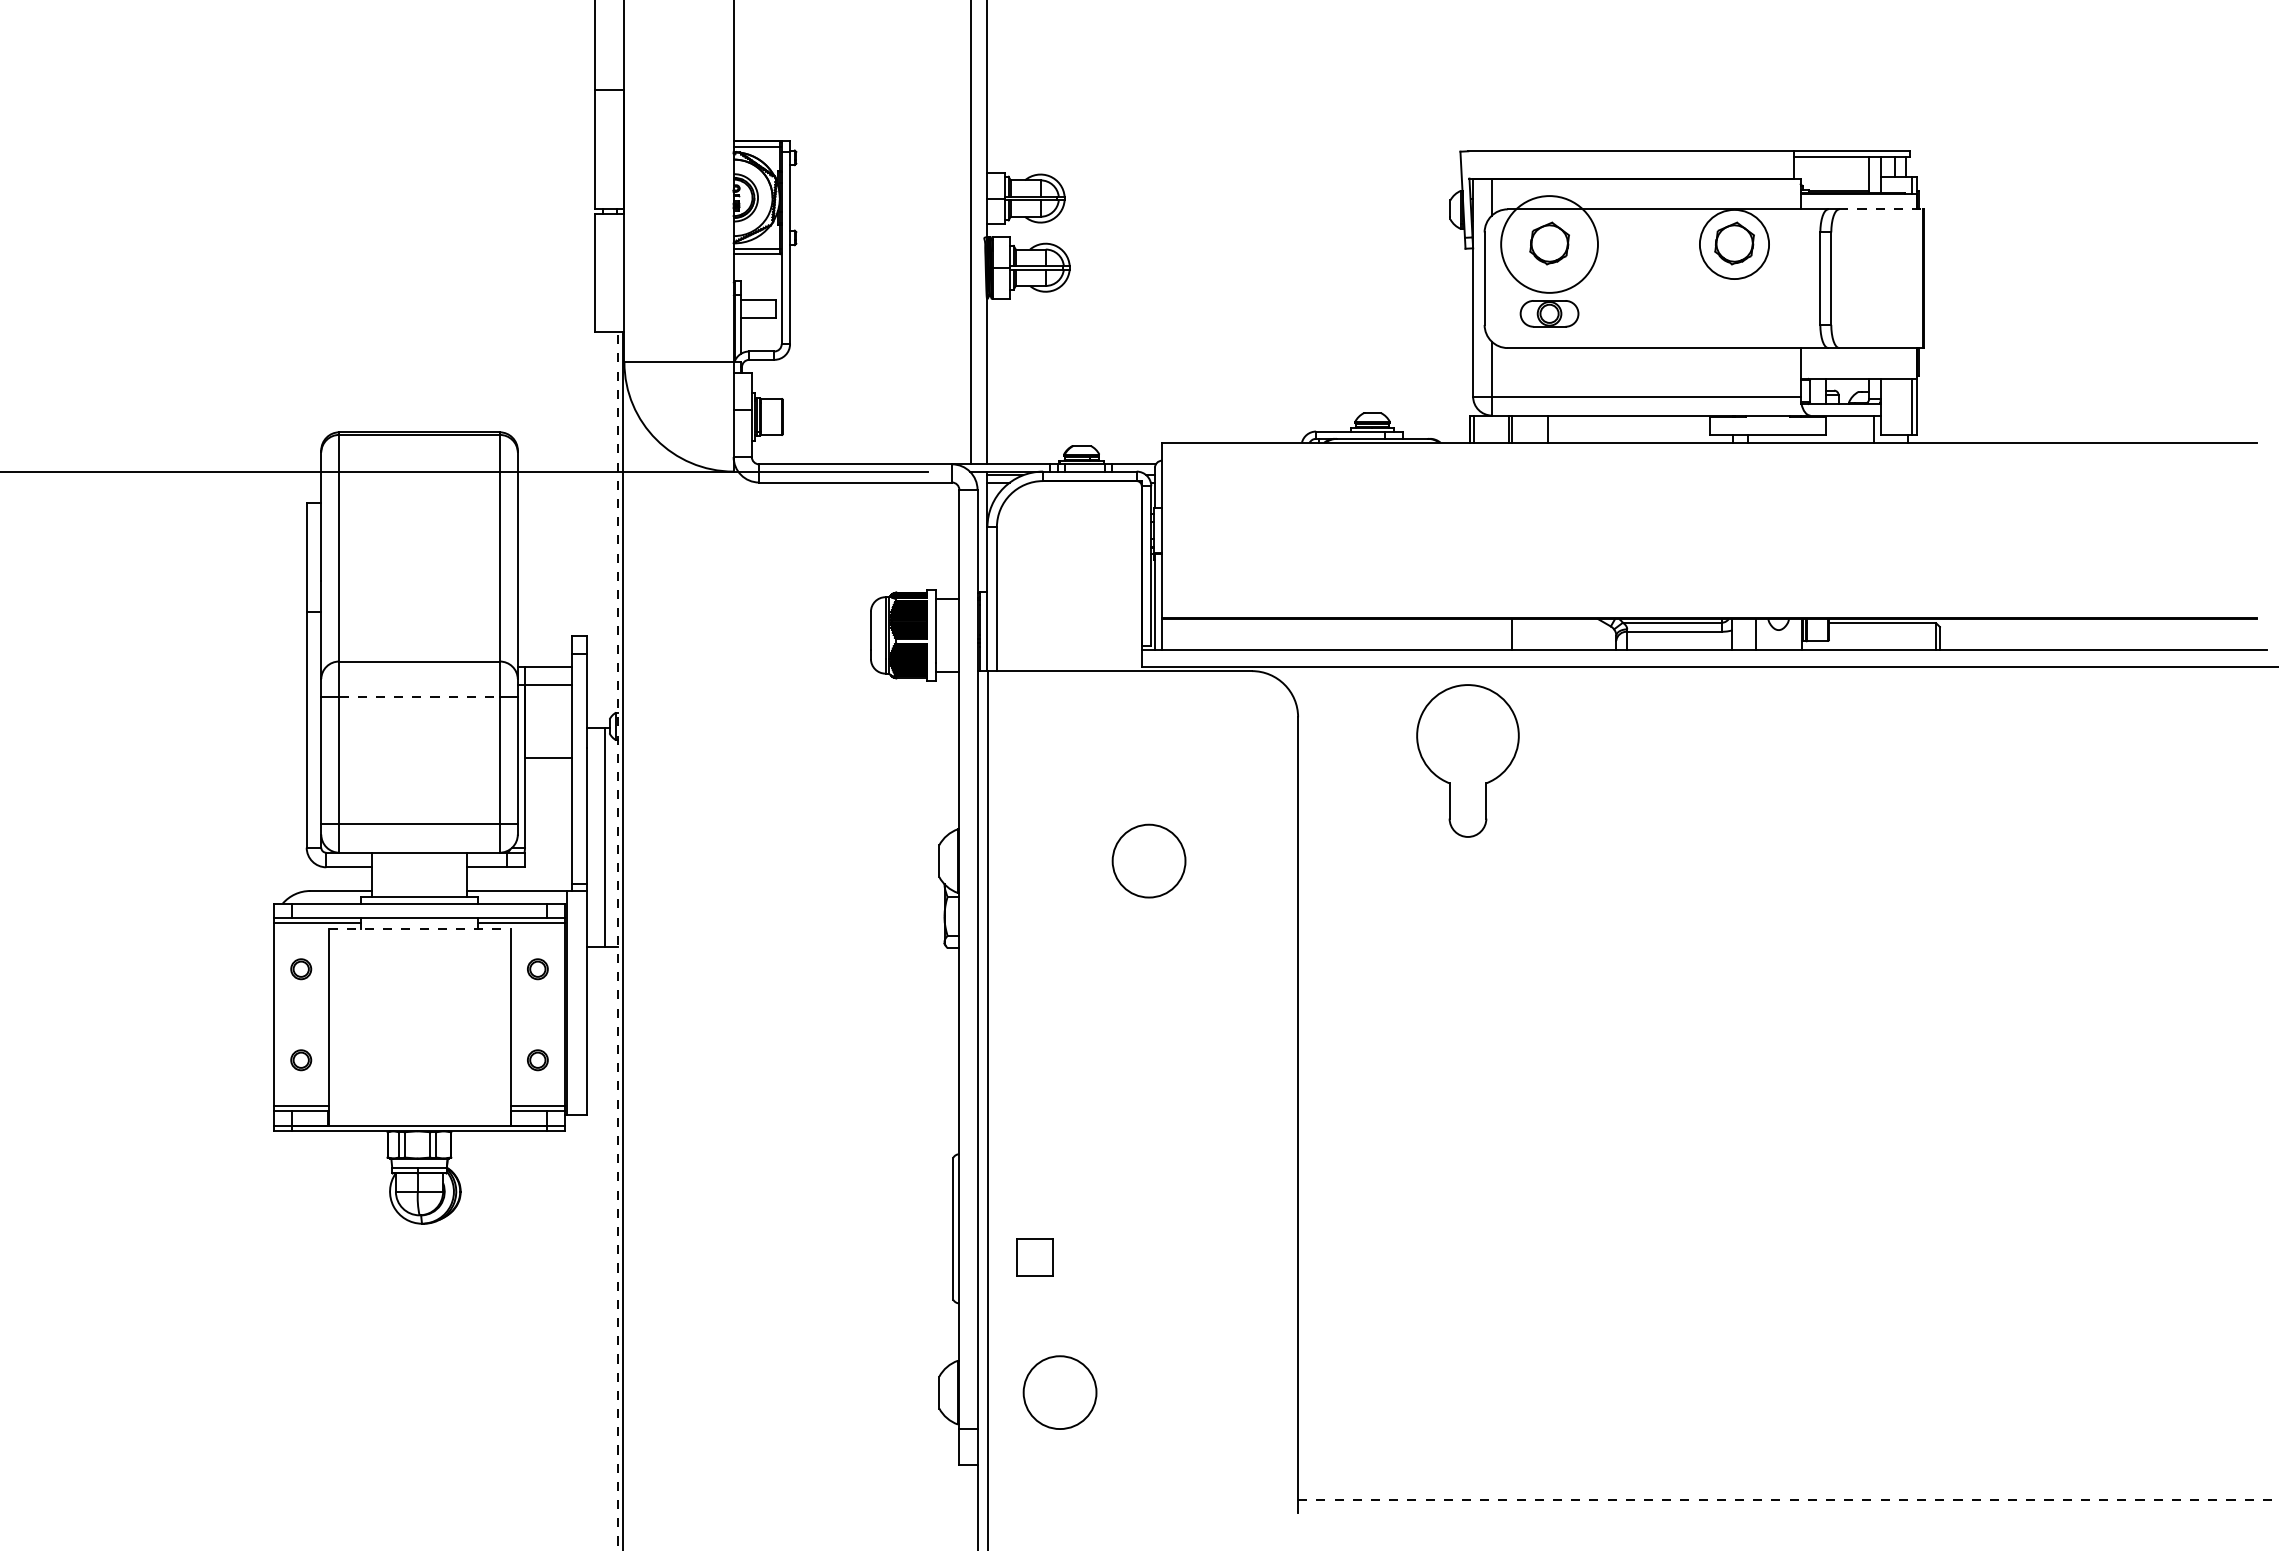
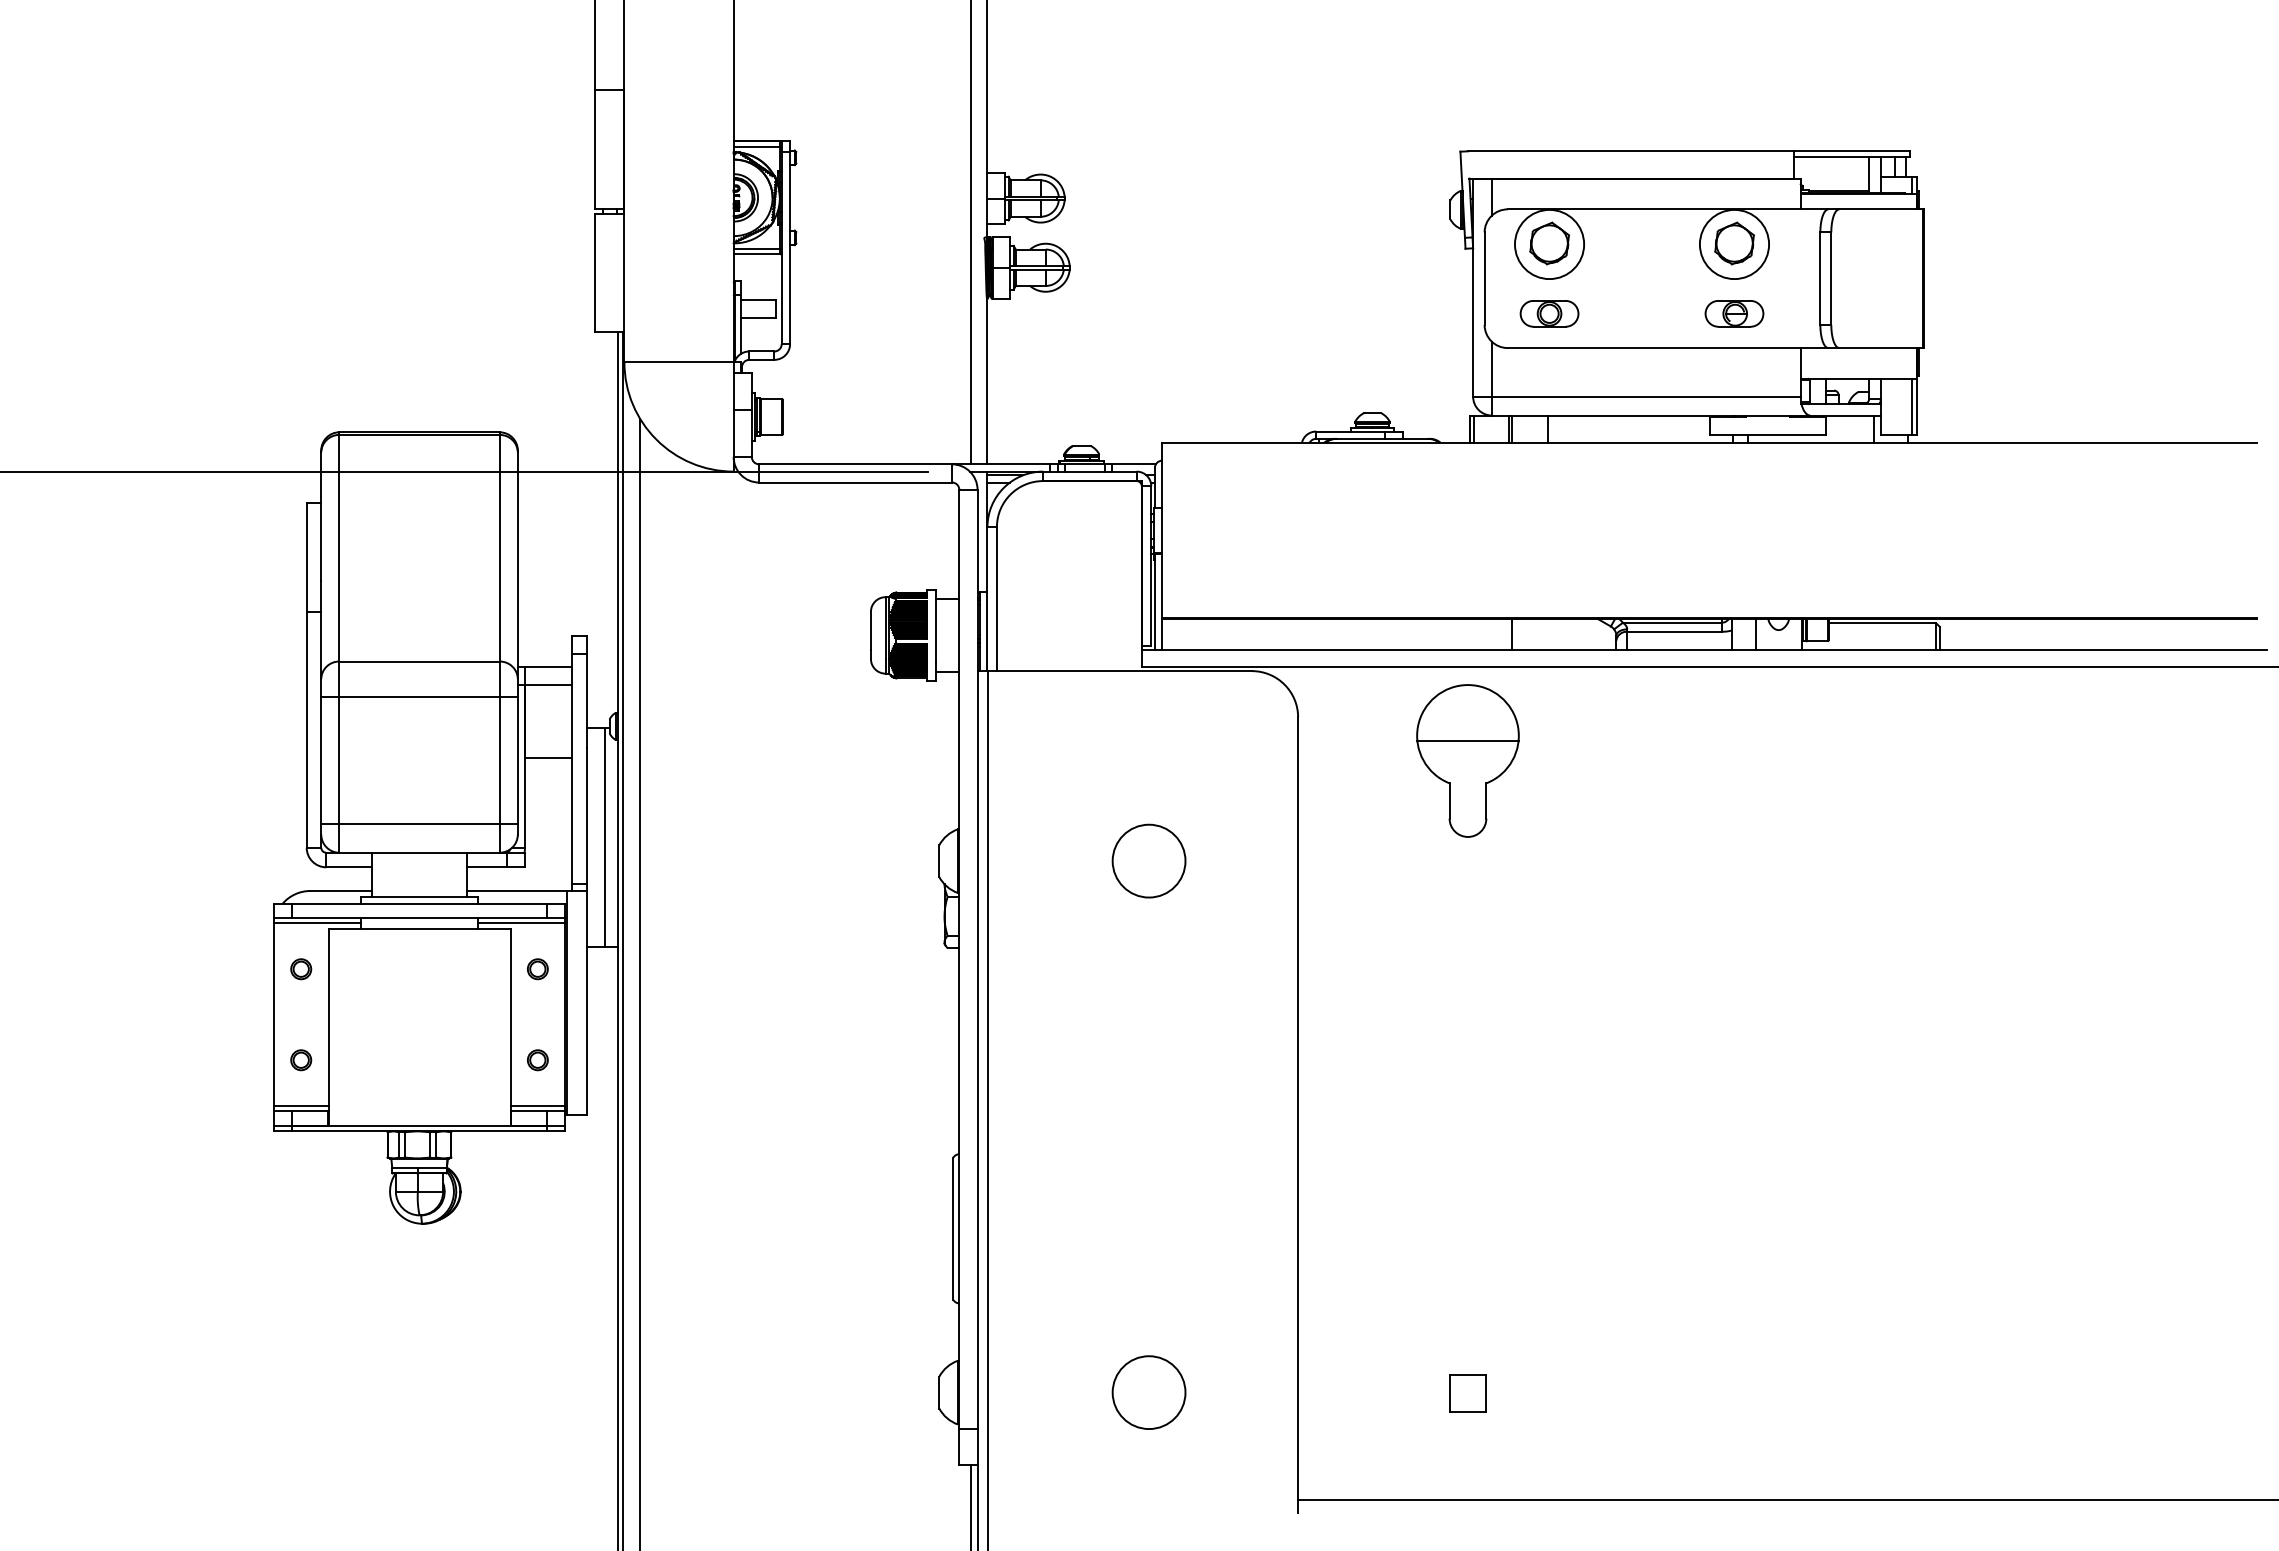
line at (1880, 209): dashed -> solid
circle at (1549, 244) diameter: 97 px -> 69 px
part at (1734, 313): none -> present
line at (420, 696): dashed -> solid
line at (1467, 741): none -> present
line at (420, 929): dashed -> solid
line at (617, 941): dashed -> solid
line at (640, 982): none -> present
part at (1034, 1257) position: (1034, 1257) -> (1467, 1393)
circle at (1059, 1392) position: (1059, 1392) -> (1148, 1392)
line at (1789, 1499): dashed -> solid
line at (970, 1506): none -> present
